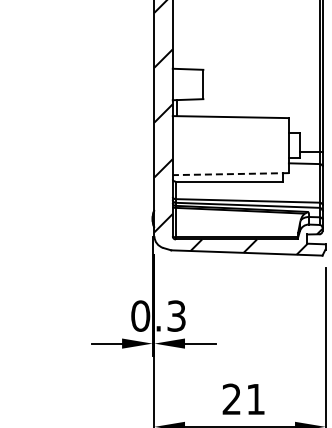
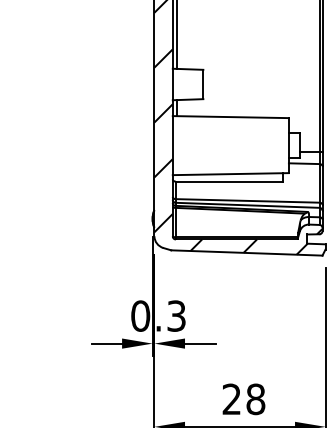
line at (177, 35): none -> present
line at (230, 174): dashed -> solid
text at (255, 399): 21 -> 28
